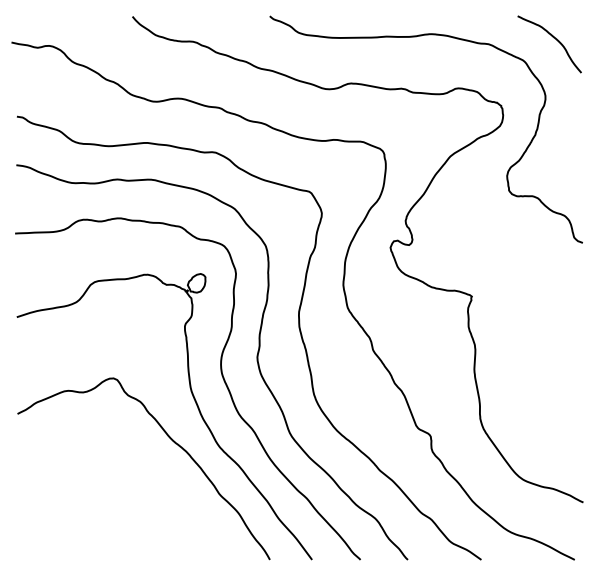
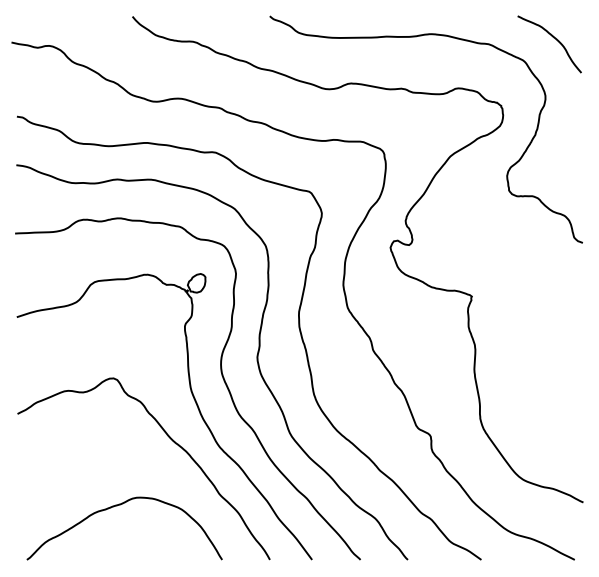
curve at (117, 506): none -> present
